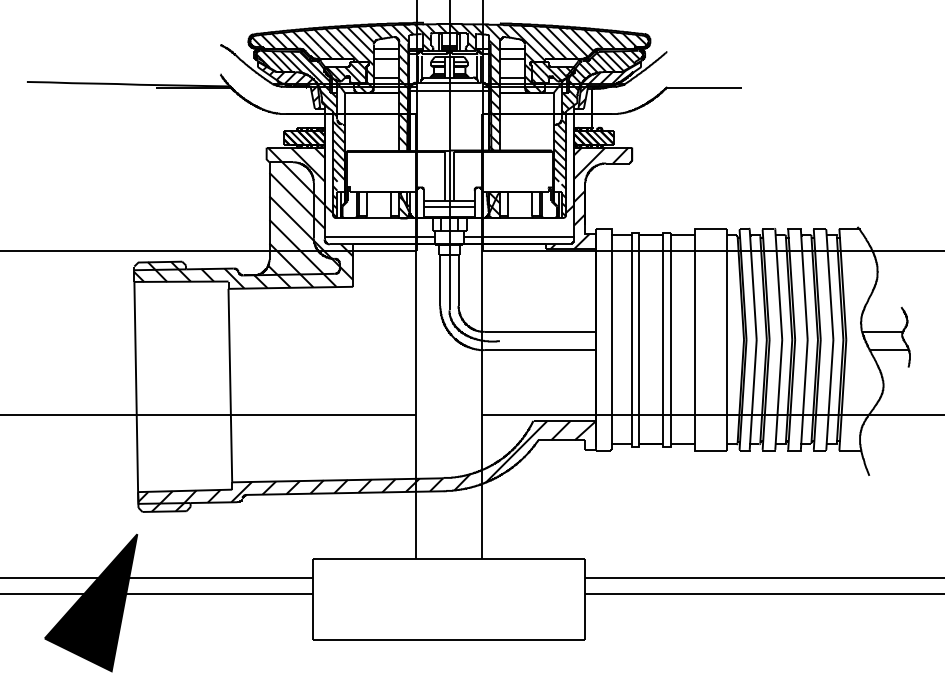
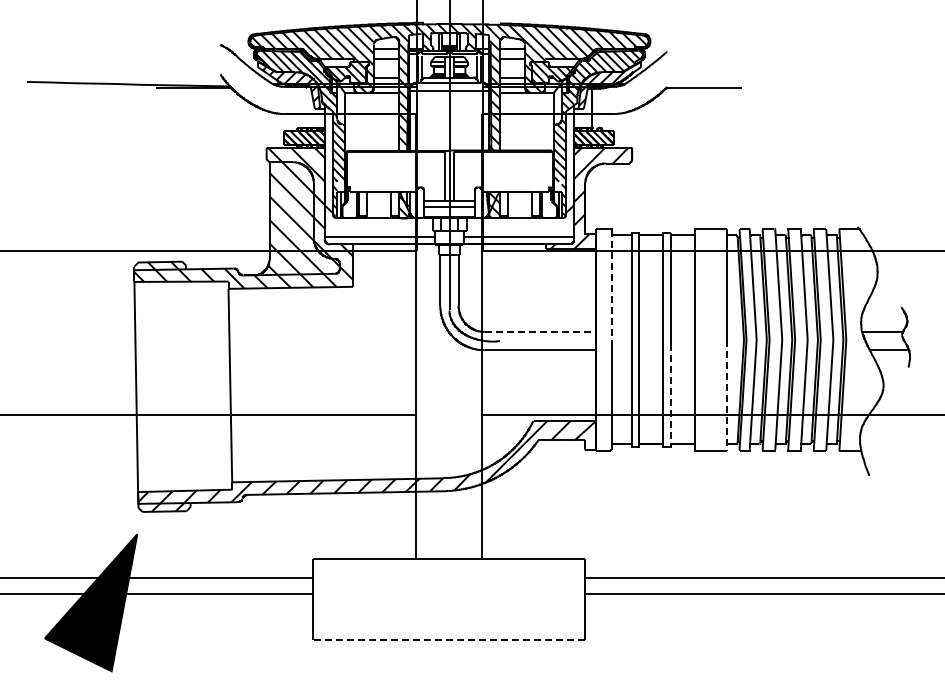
line at (611, 285): solid -> dashed
line at (540, 331): solid -> dashed
line at (670, 394): solid -> dashed
line at (726, 395): solid -> dashed
line at (448, 640): solid -> dashed
